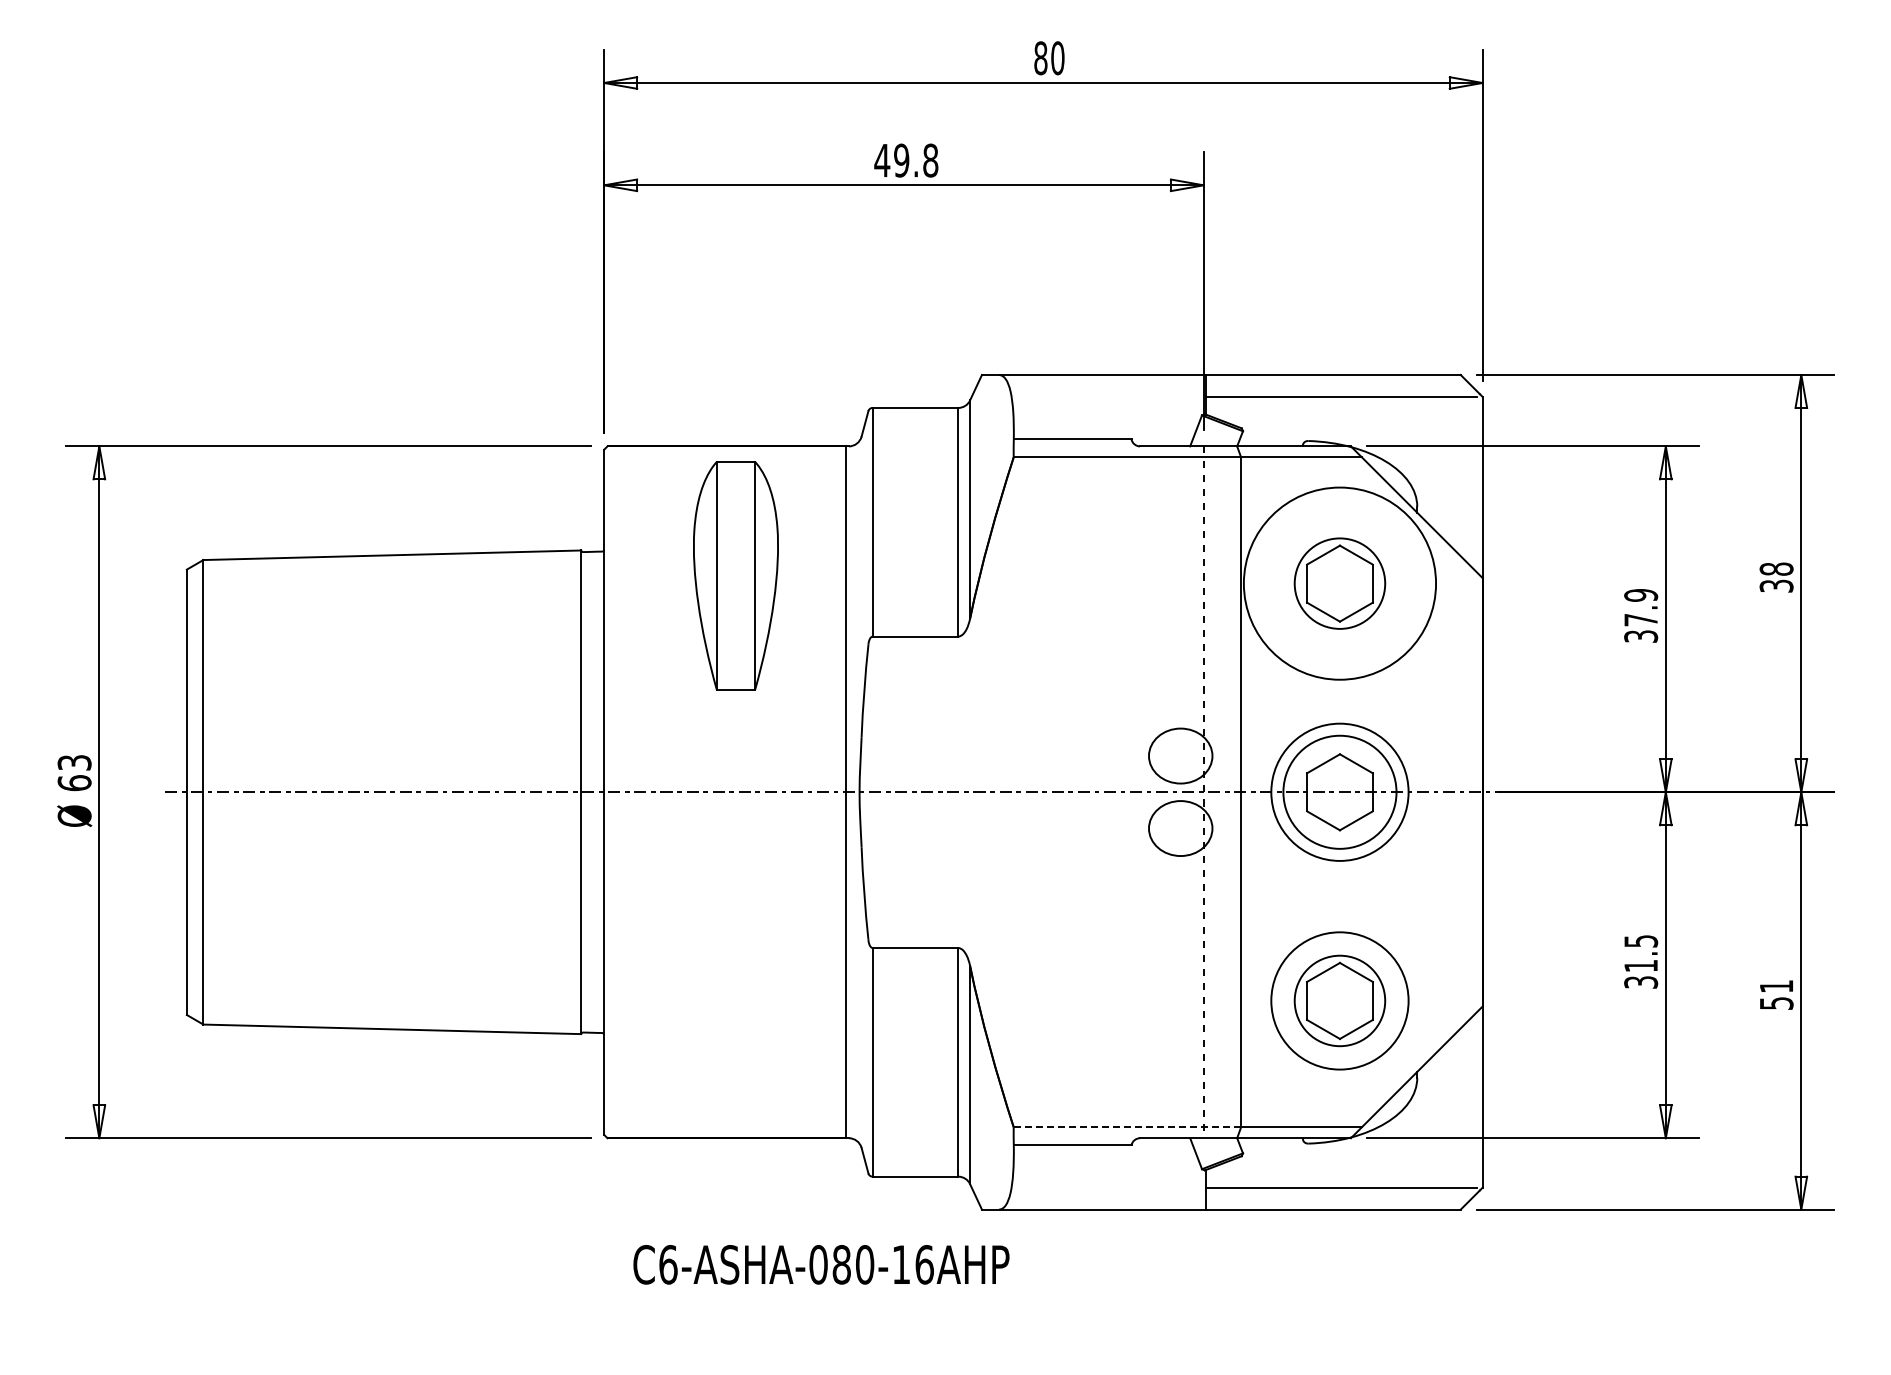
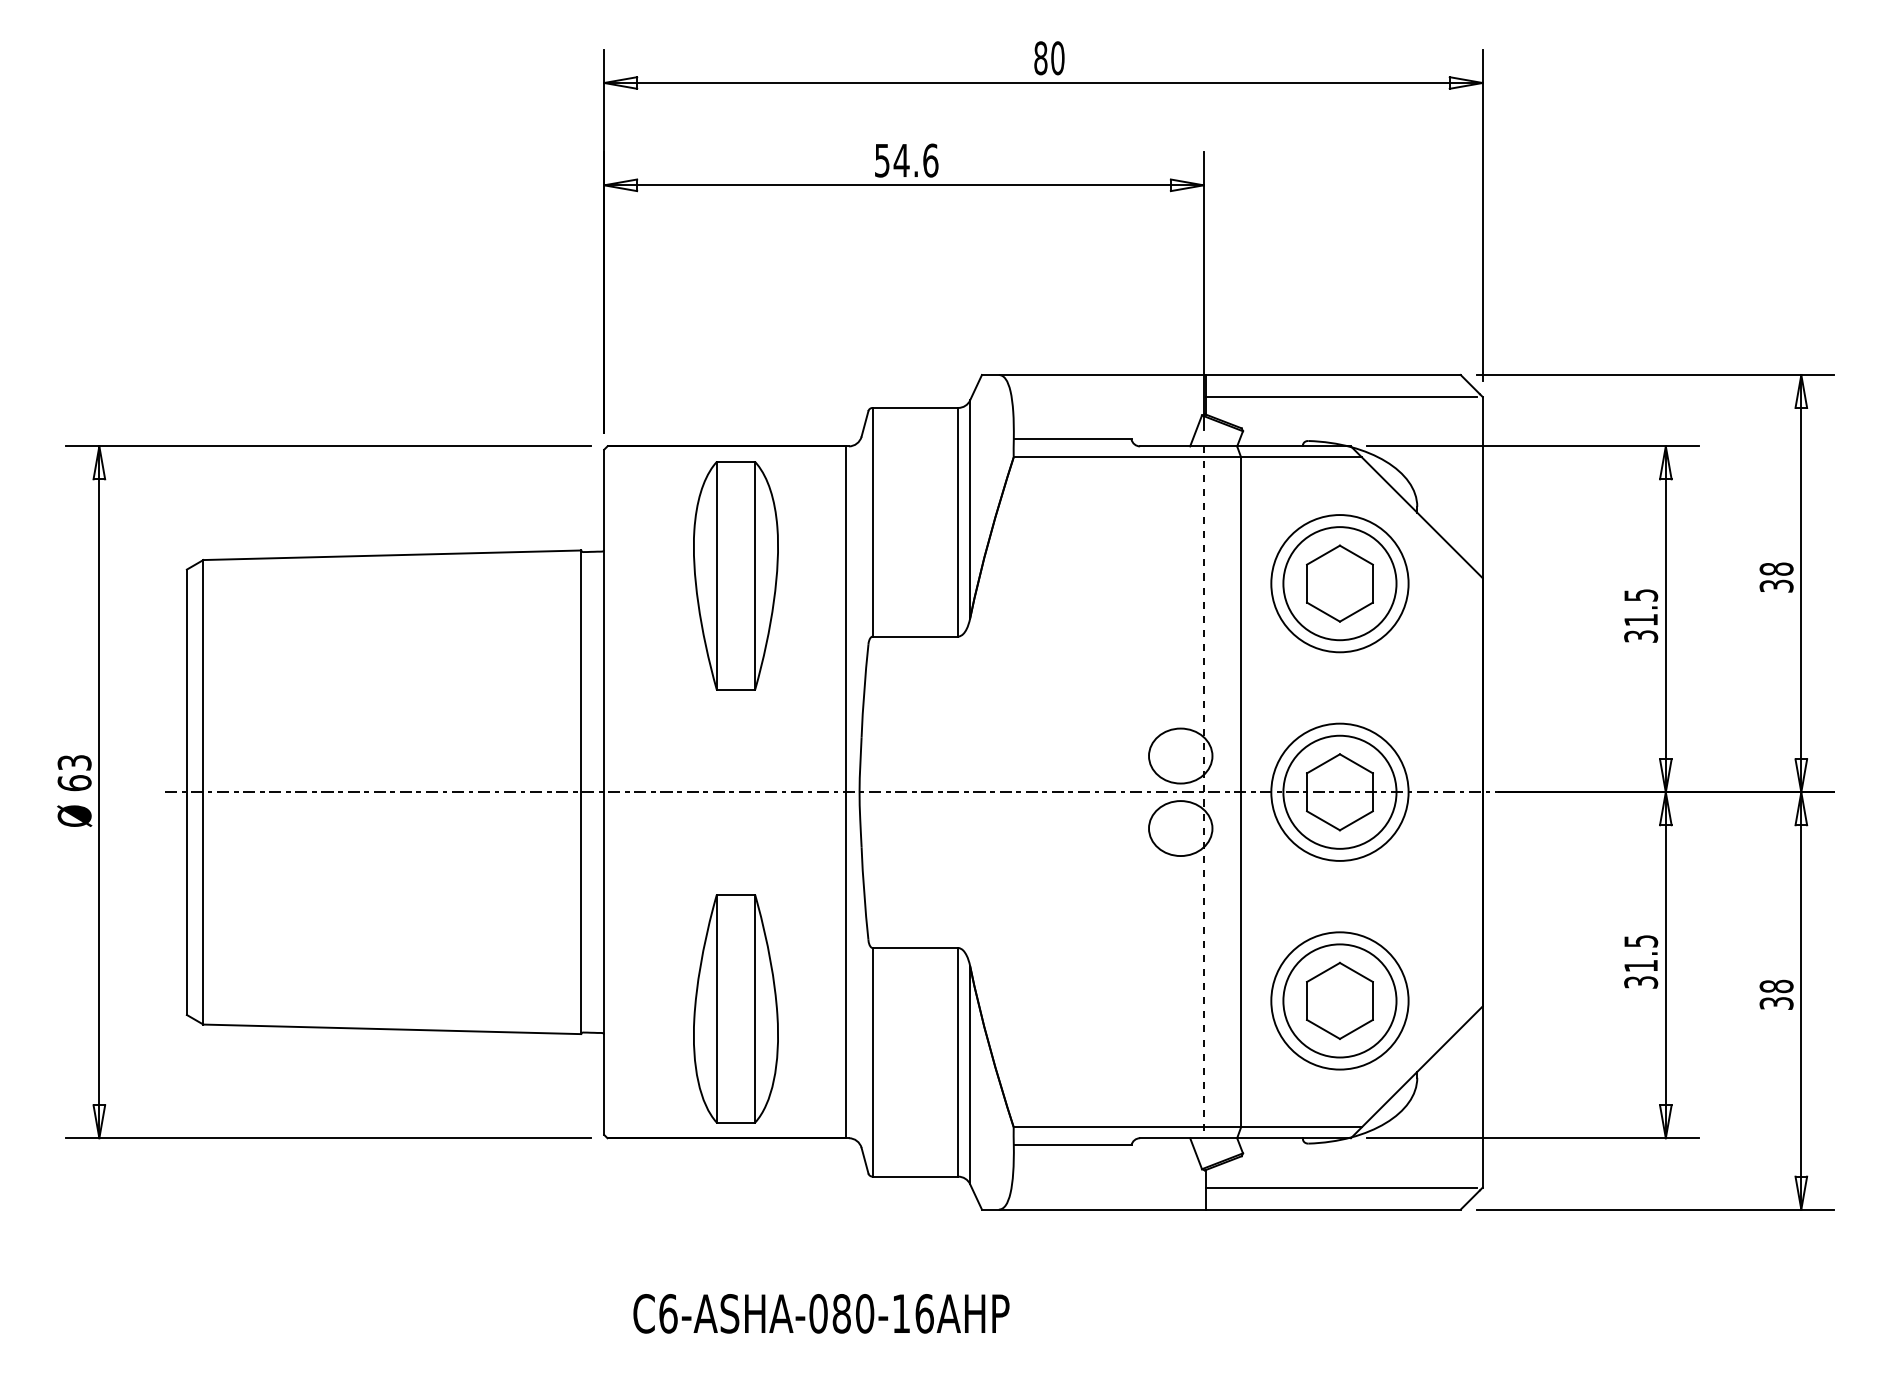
text at (906, 160): 49.8 -> 54.6
circle at (1339, 583) diameter: 192 px -> 137 px
circle at (1339, 583) diameter: 90 px -> 113 px
text at (1640, 607): 37.9 -> 31.5
text at (1776, 994): 51 -> 38
circle at (1339, 1000) diameter: 90 px -> 113 px
part at (735, 1008): none -> present
line at (1127, 1127): dashed -> solid
text at (821, 1264) position: (821, 1264) -> (821, 1313)
